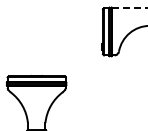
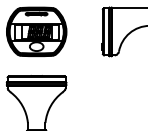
line at (130, 8): dashed -> solid
part at (36, 31): none -> present
